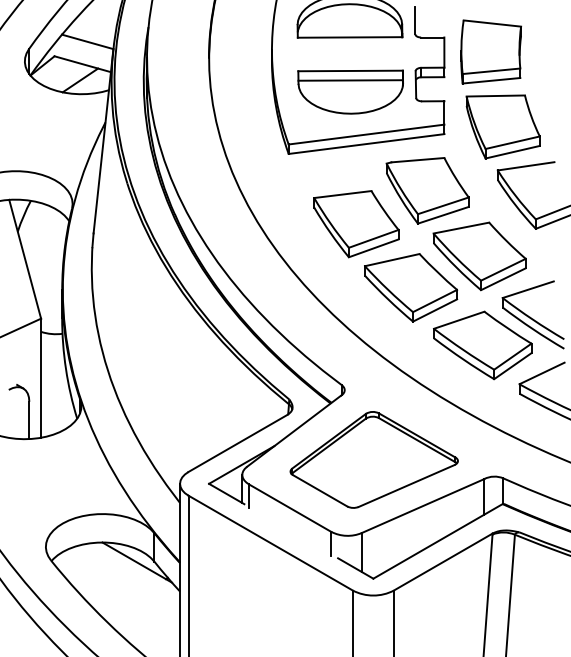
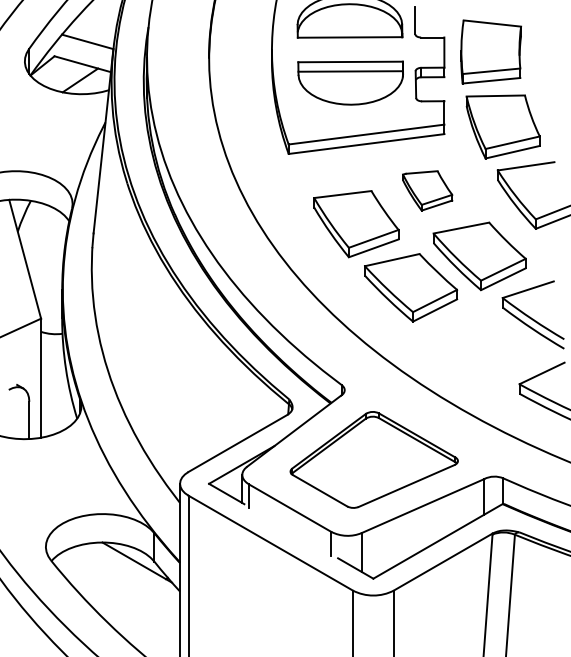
part at (350, 91) position: (350, 91) -> (350, 82)
part at (427, 190) size: 85x68 px -> 52x42 px
part at (482, 345): present -> none
